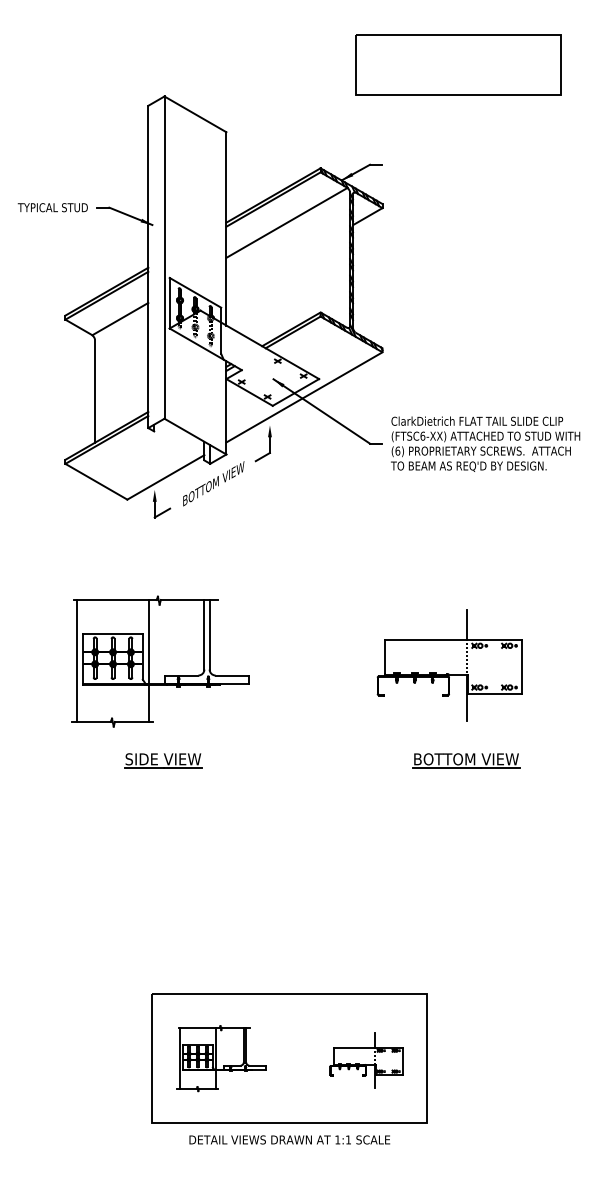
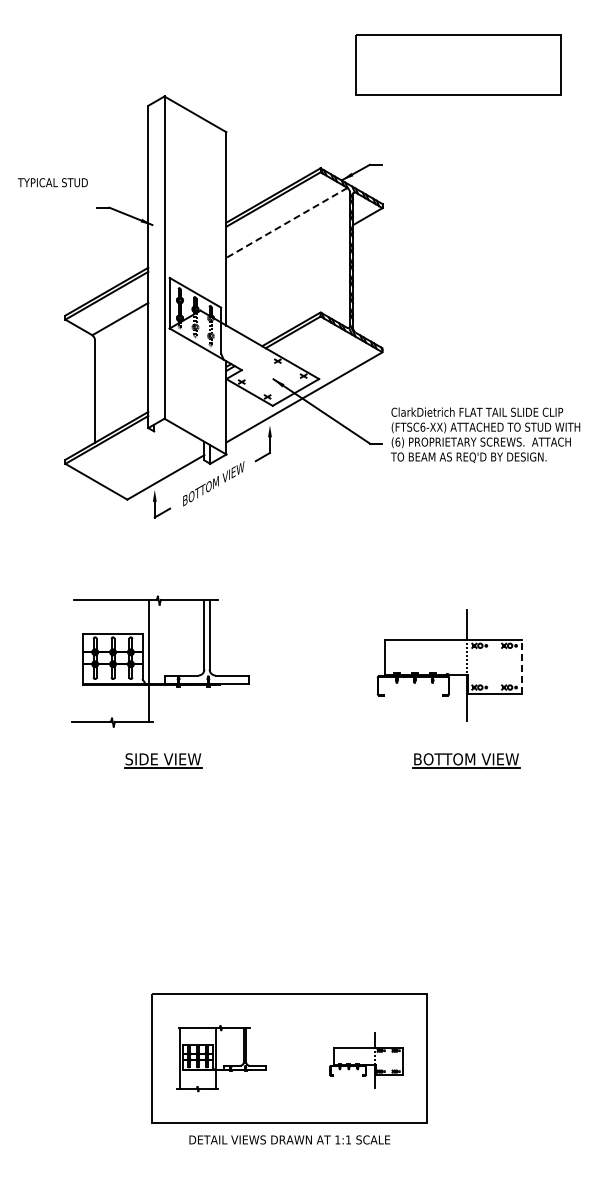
text at (52, 207) position: (52, 207) -> (52, 182)
line at (286, 222): solid -> dashed
text at (485, 443) position: (485, 443) -> (485, 434)
line at (77, 660): present -> none
line at (522, 666): solid -> dashed
